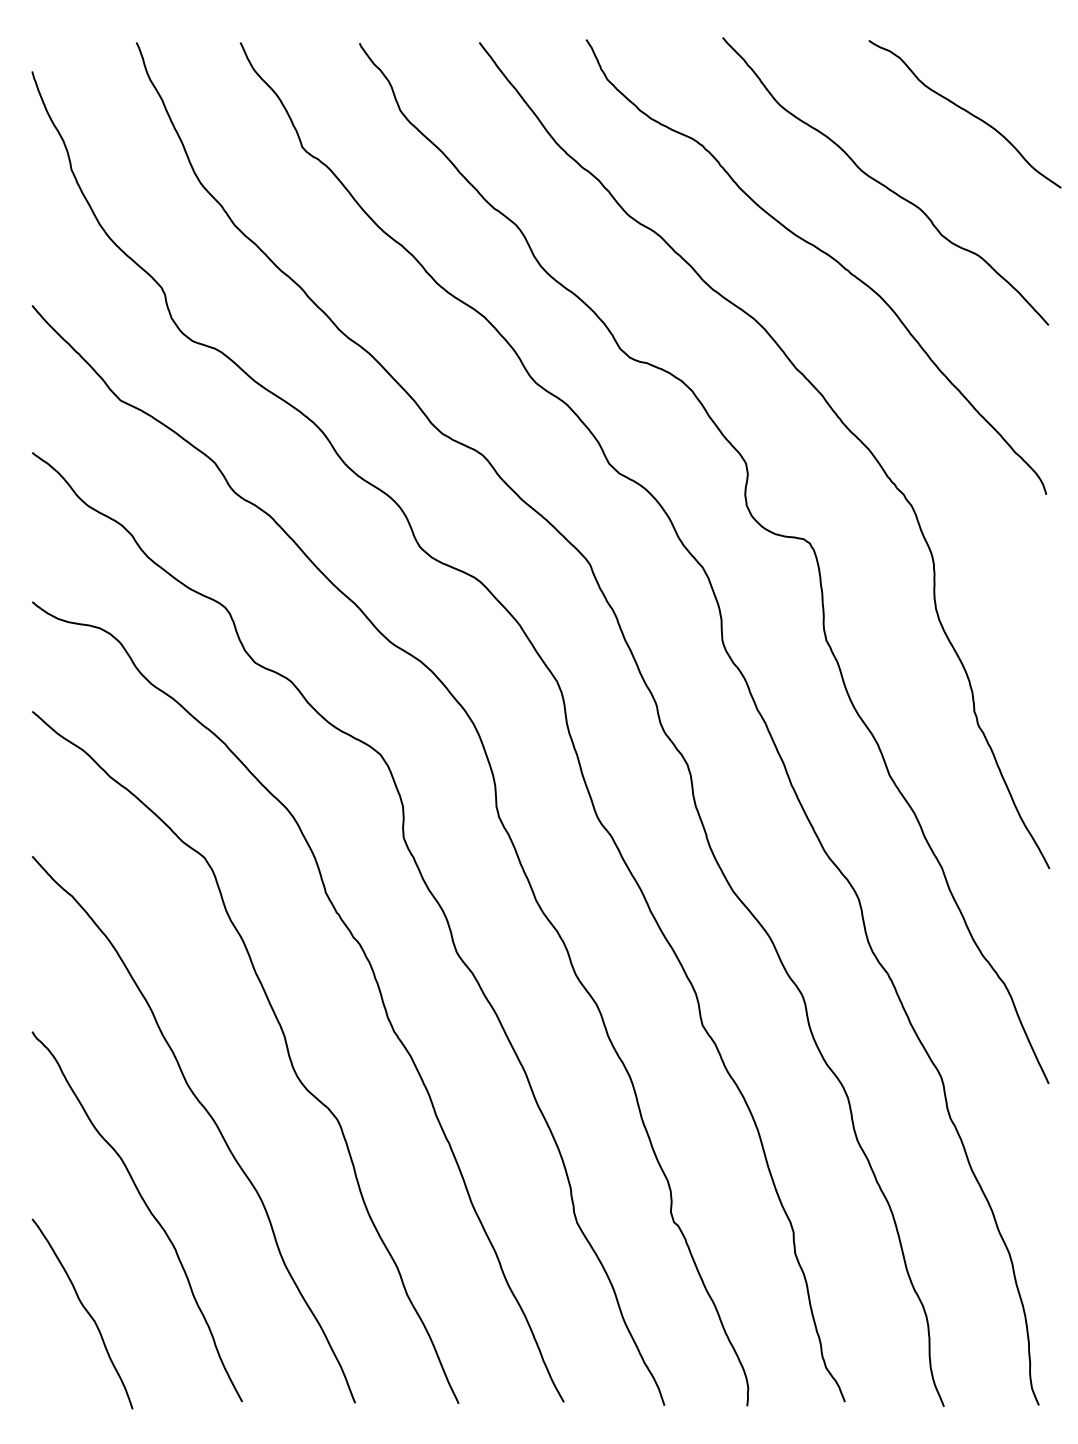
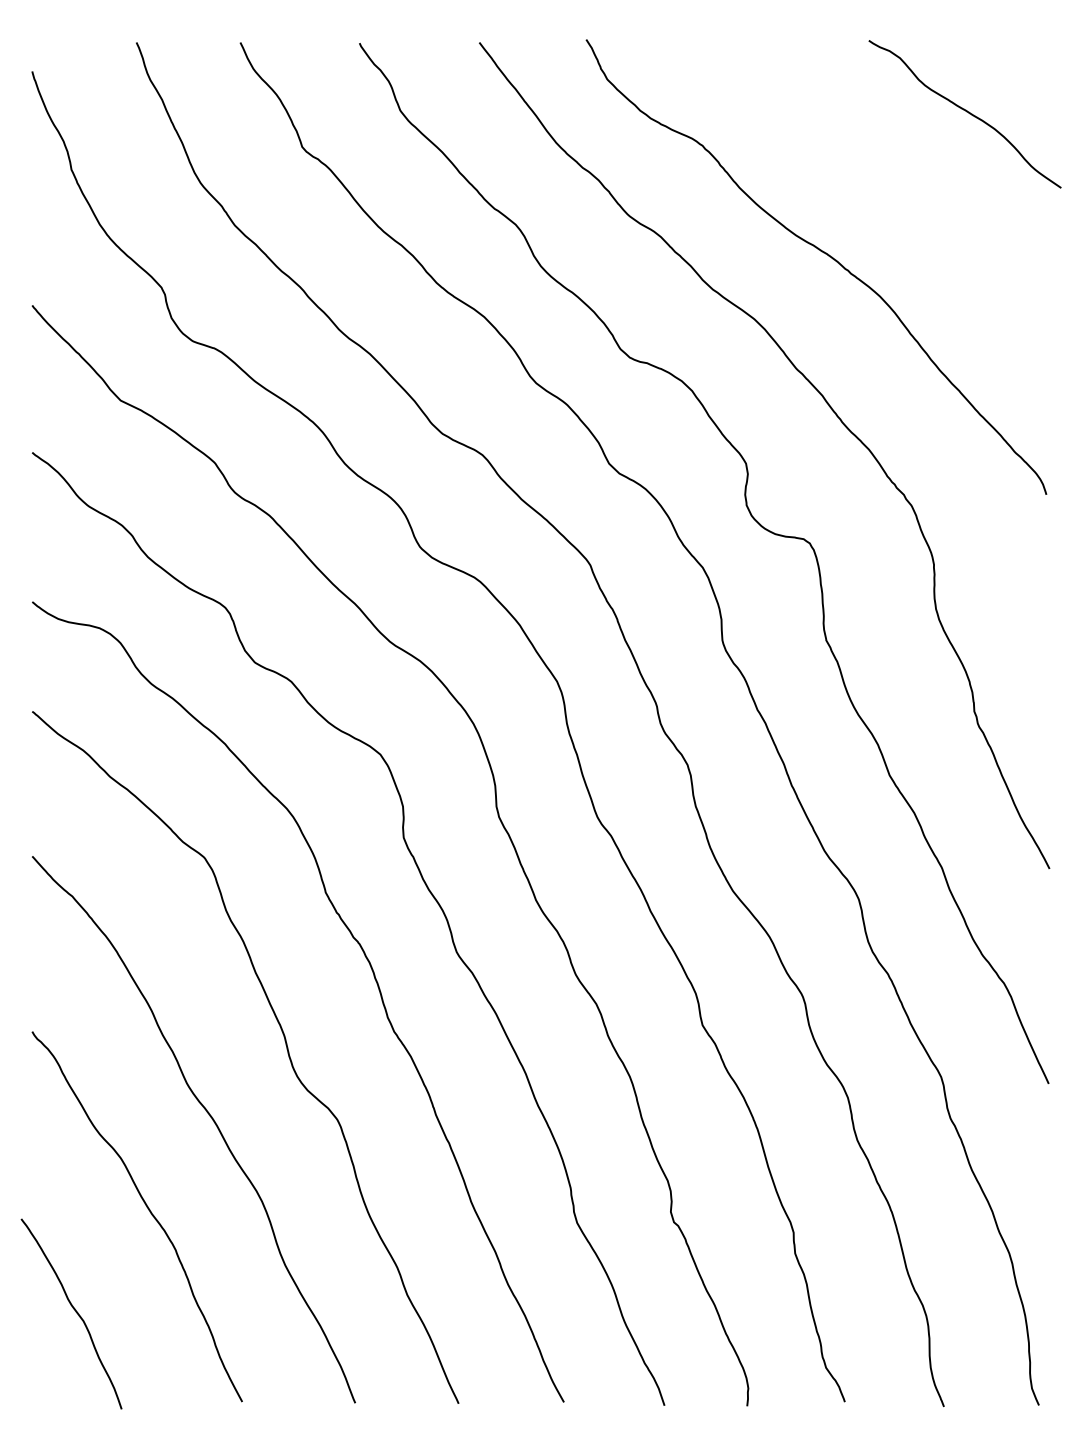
curve at (884, 184): present -> none
curve at (86, 1312) position: (86, 1312) -> (75, 1312)
